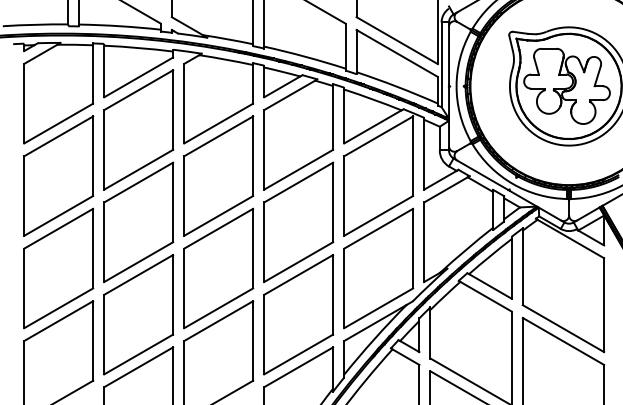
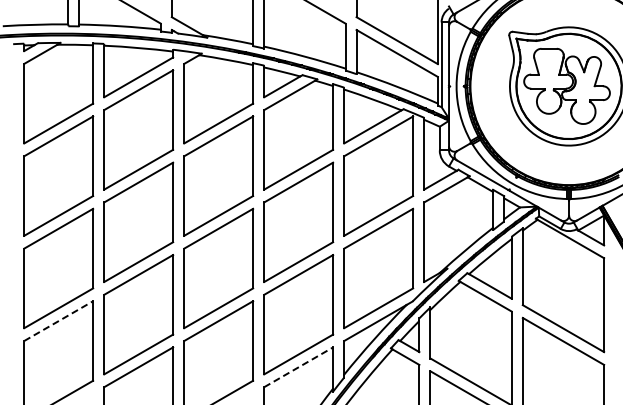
line at (58, 321): solid -> dashed
line at (298, 367): solid -> dashed
